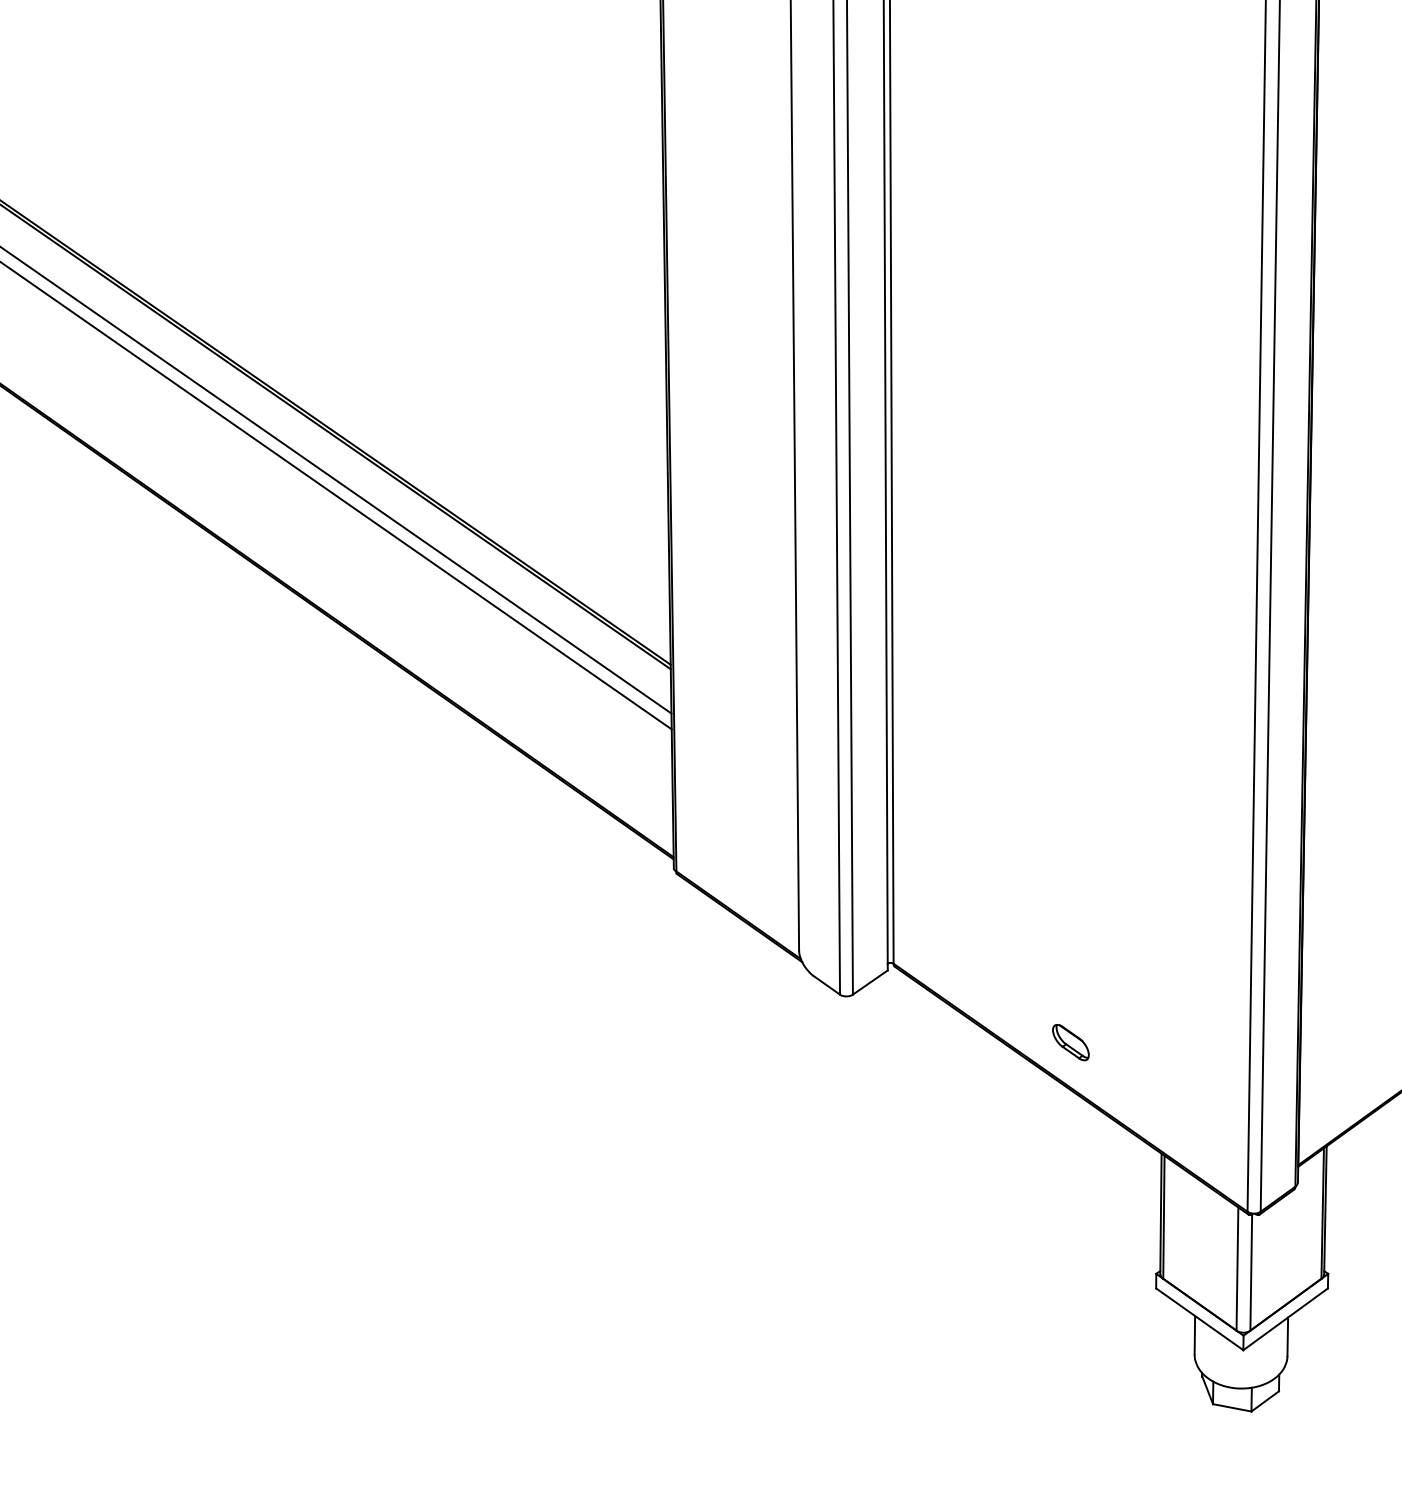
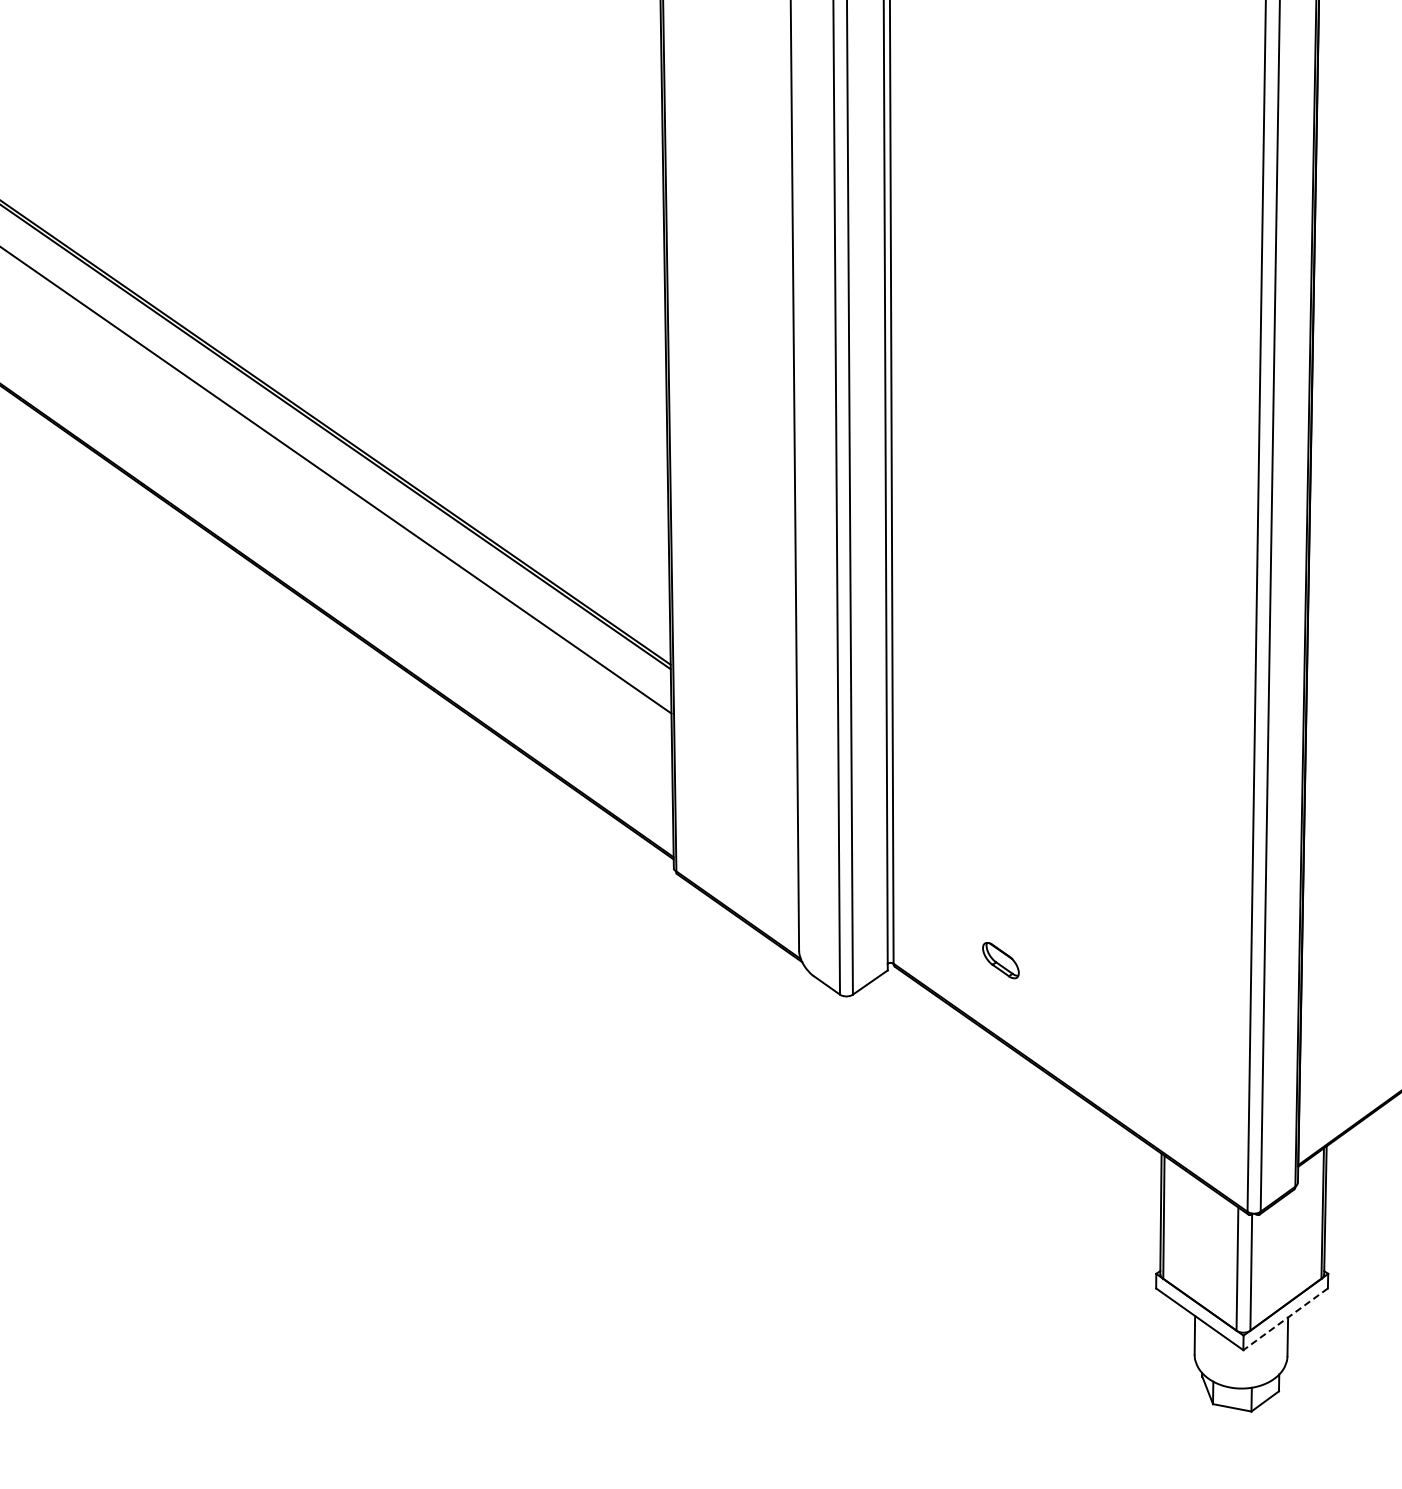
line at (336, 496): present -> none
part at (1070, 1042) position: (1070, 1042) -> (1000, 960)
line at (1285, 1319): solid -> dashed
